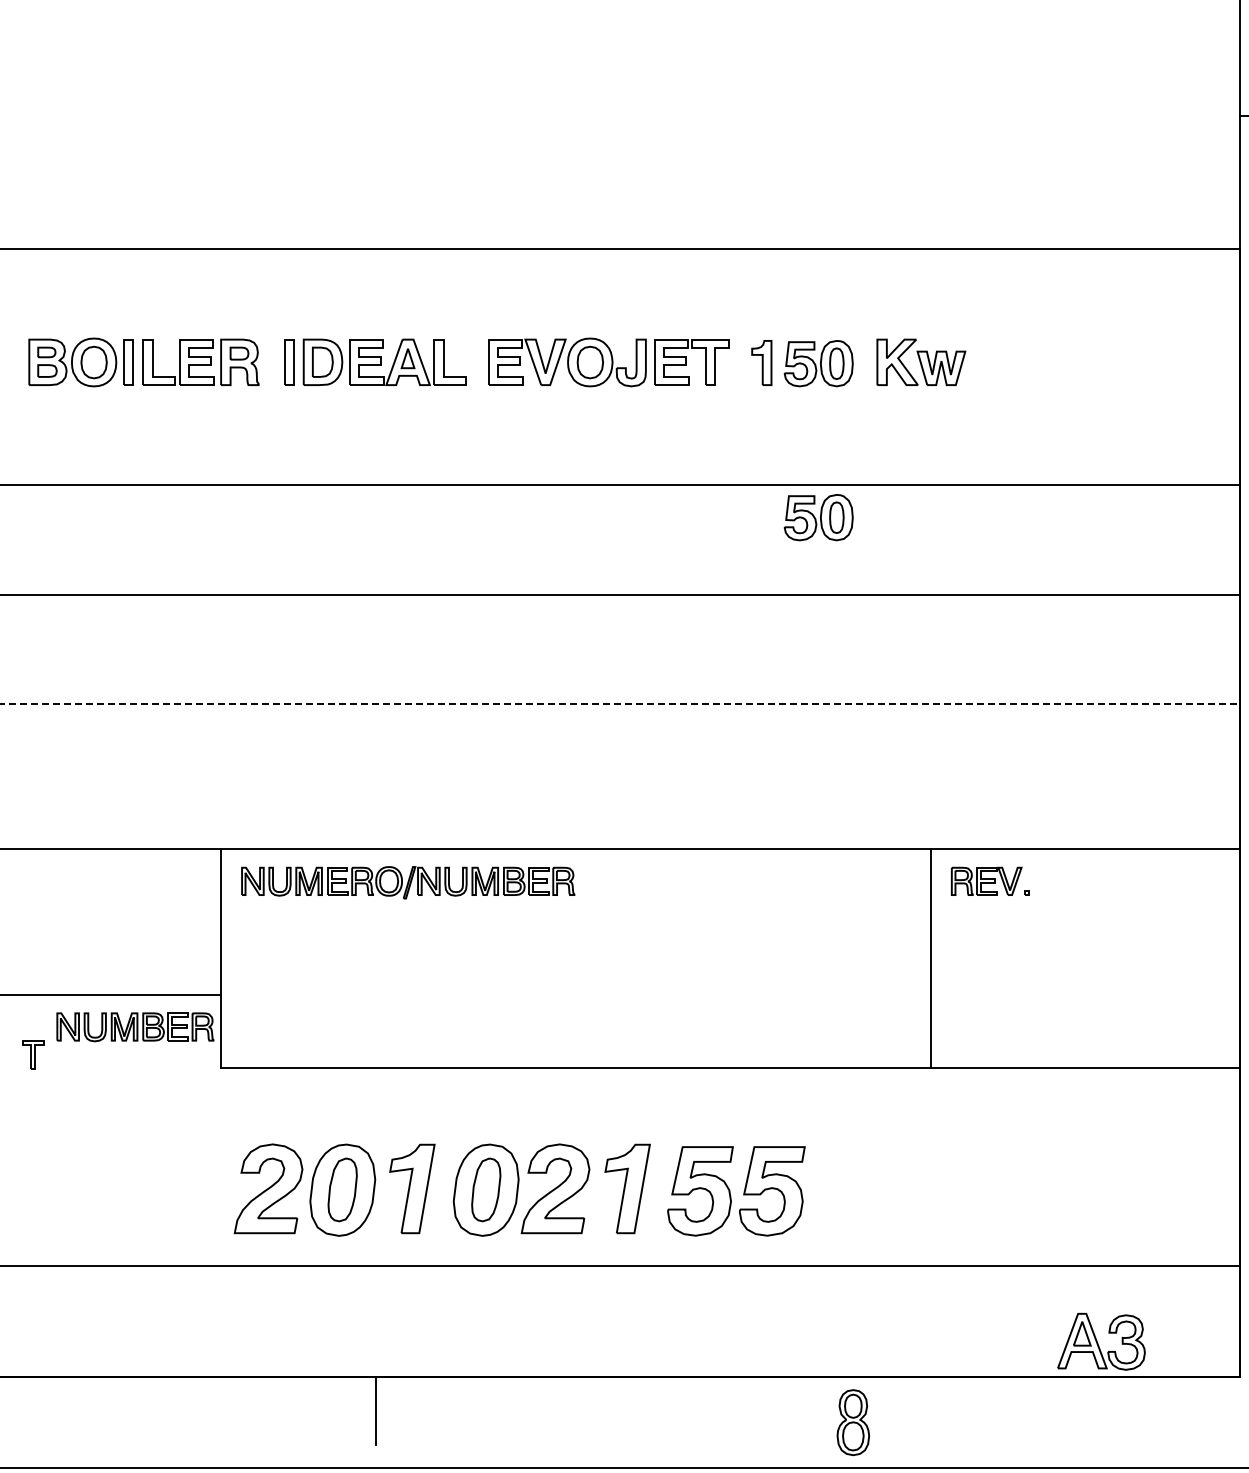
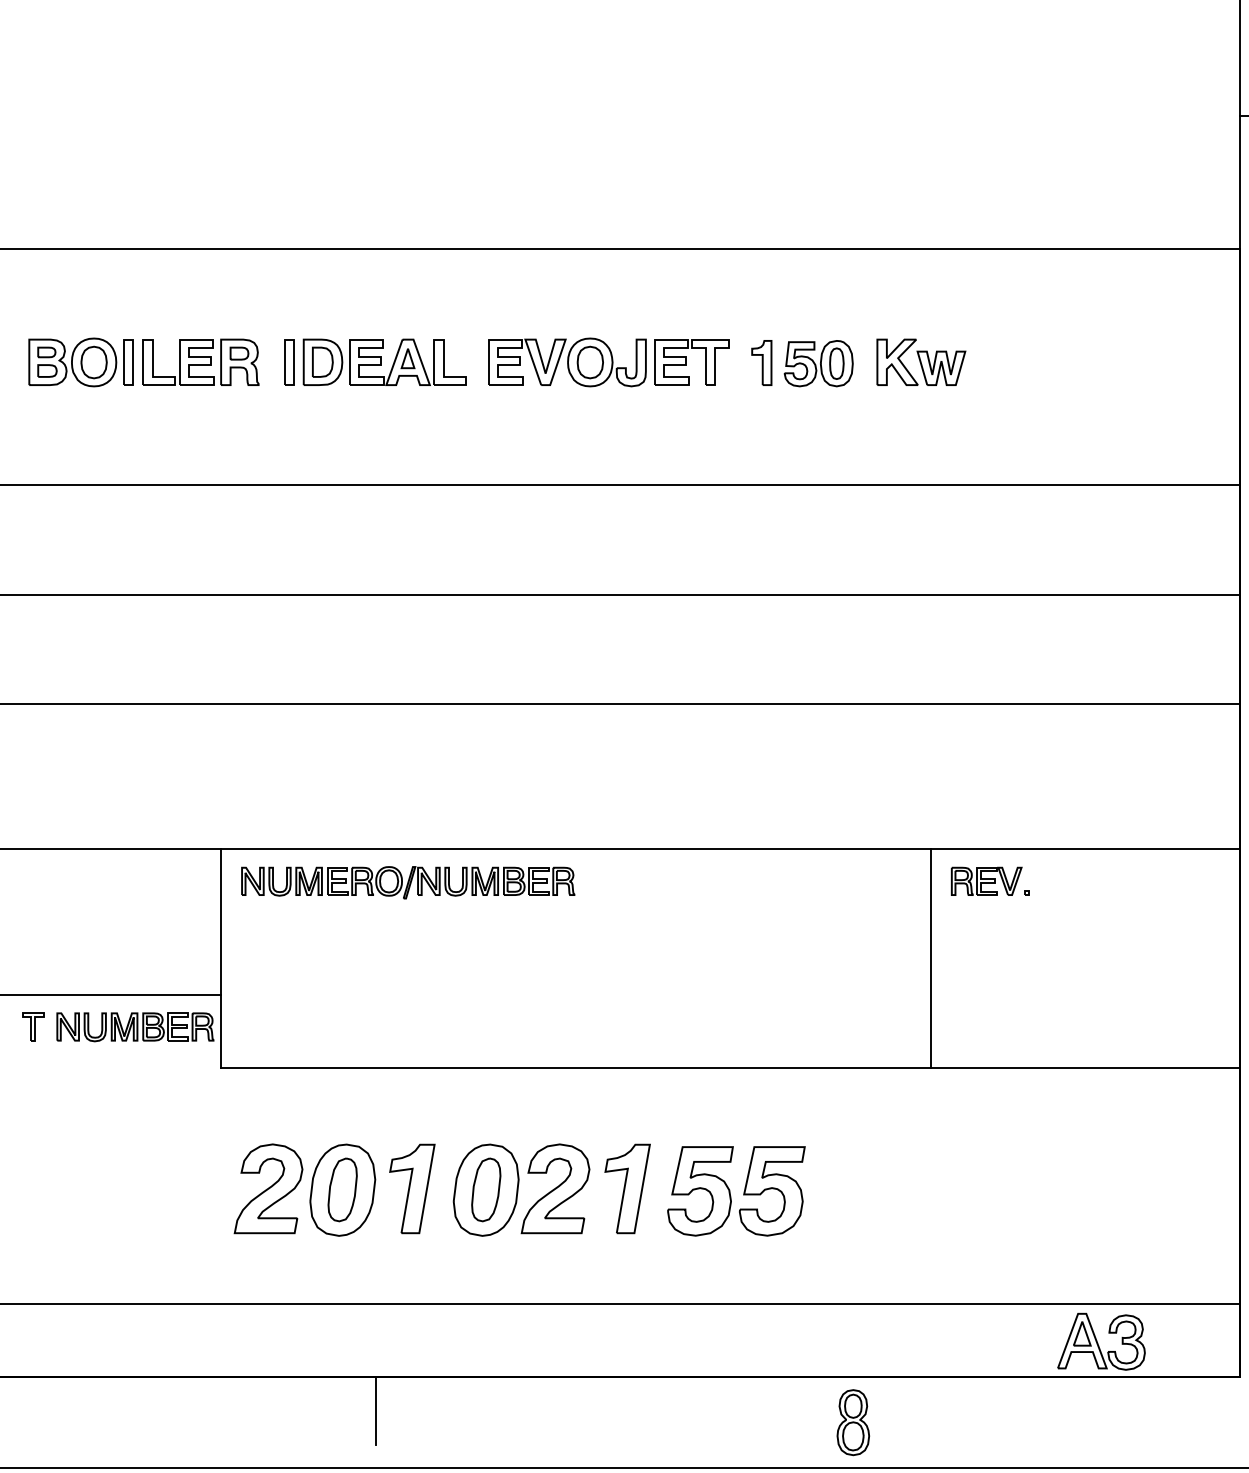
part at (818, 517): present -> none
line at (620, 703): dashed -> solid
part at (33, 1054) position: (33, 1054) -> (33, 1026)
line at (621, 1266) position: (621, 1266) -> (621, 1304)
